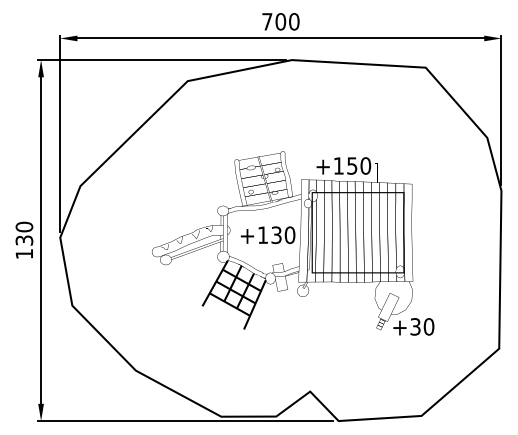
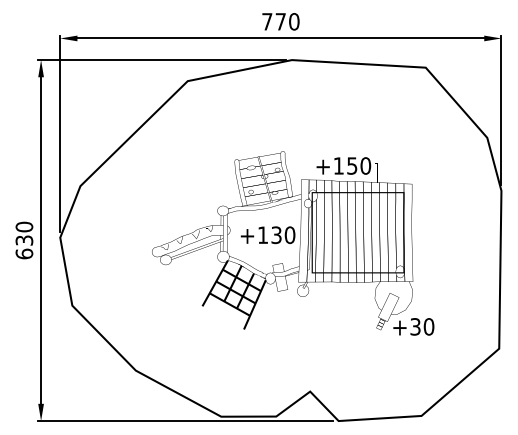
text at (280, 21): 700 -> 770
text at (24, 253): 130 -> 630
